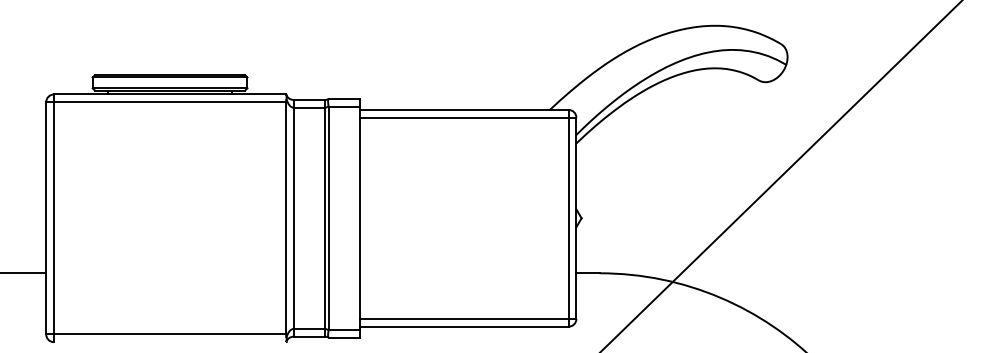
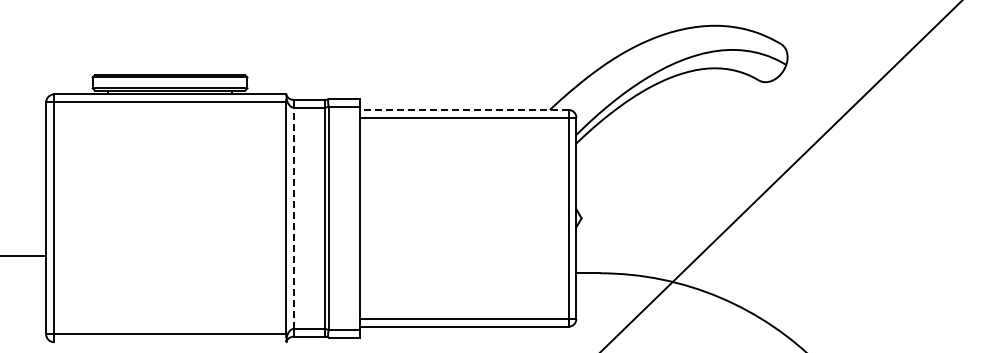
line at (463, 109): solid -> dashed
line at (293, 218): solid -> dashed
line at (24, 273) position: (24, 273) -> (24, 256)
